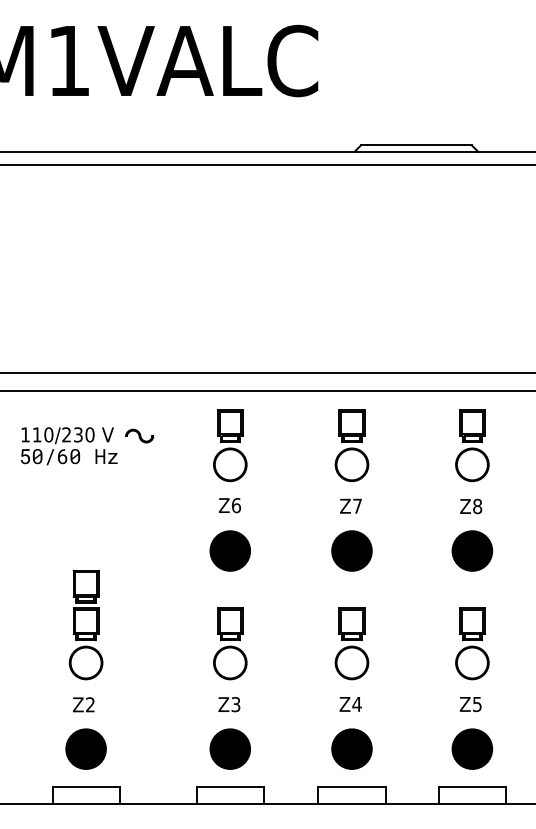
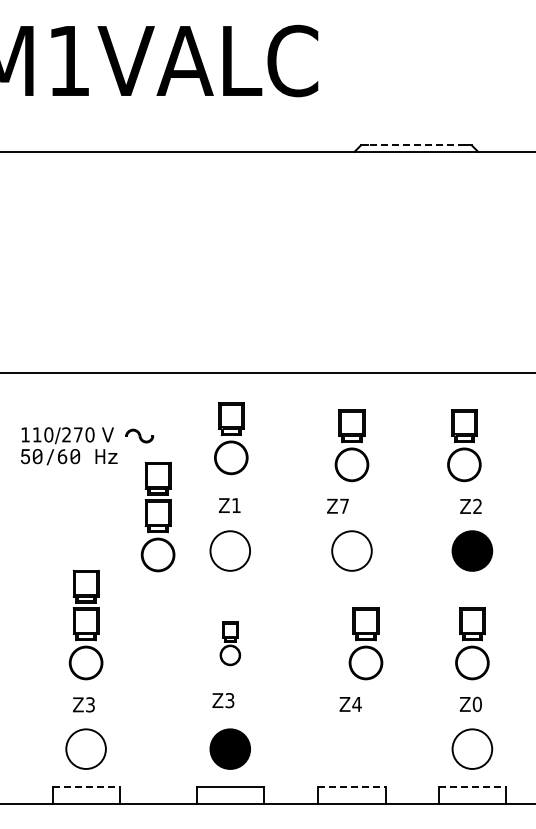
line at (416, 145): solid -> dashed
line at (267, 165): present -> none
line at (267, 390): present -> none
text at (78, 434): 110/230 -> 110/270
part at (230, 445) position: (230, 445) -> (231, 438)
part at (472, 445) position: (472, 445) -> (464, 445)
text at (236, 505): Z6 -> Z1
text at (350, 505) position: (350, 505) -> (337, 505)
text at (477, 506): Z8 -> Z2
part at (157, 516): none -> present
fill at (230, 550): present -> none
fill at (351, 550): present -> none
part at (230, 643) size: 35x74 px -> 23x46 px
part at (351, 643) position: (351, 643) -> (365, 643)
text at (476, 703): Z5 -> Z0
text at (90, 704): Z2 -> Z3
text at (229, 704) position: (229, 704) -> (223, 700)
fill at (85, 748): present -> none
part at (351, 748): present -> none
fill at (472, 748): present -> none
line at (86, 787): solid -> dashed
line at (351, 787): solid -> dashed
line at (472, 787): solid -> dashed
